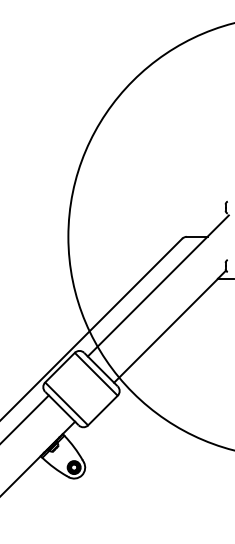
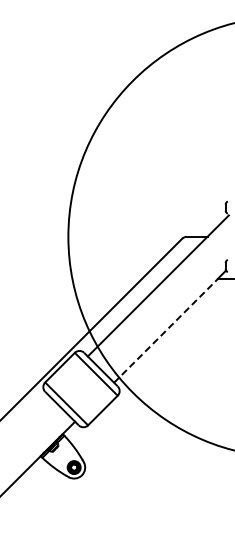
line at (166, 330): solid -> dashed
line at (25, 418): present -> none
